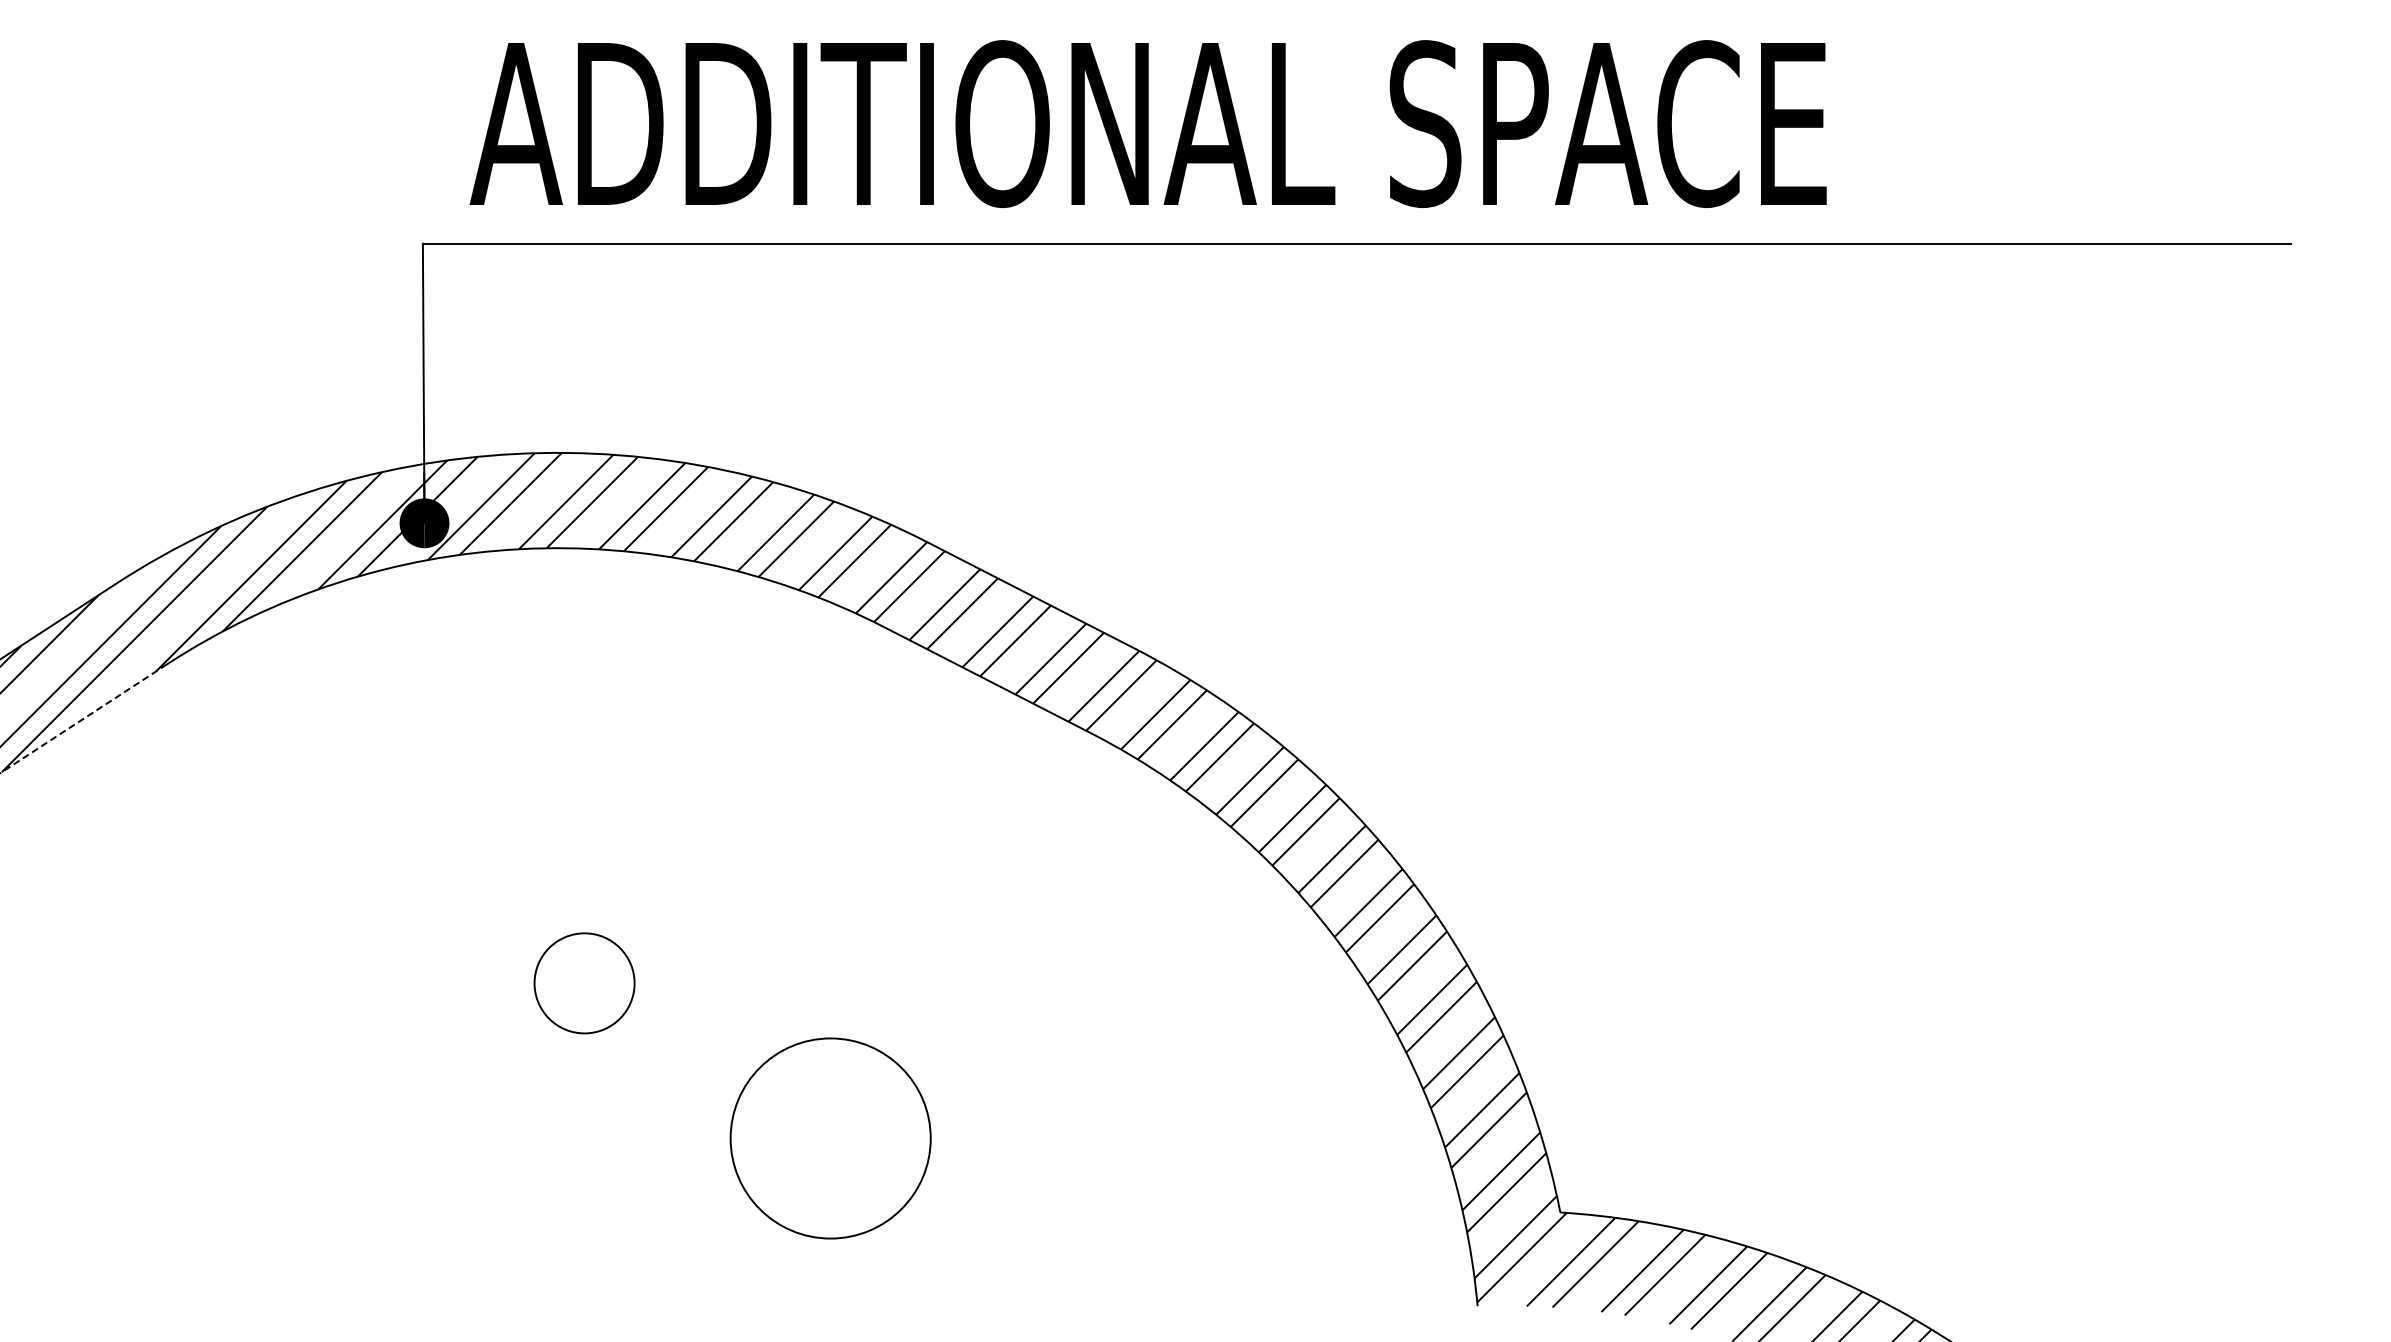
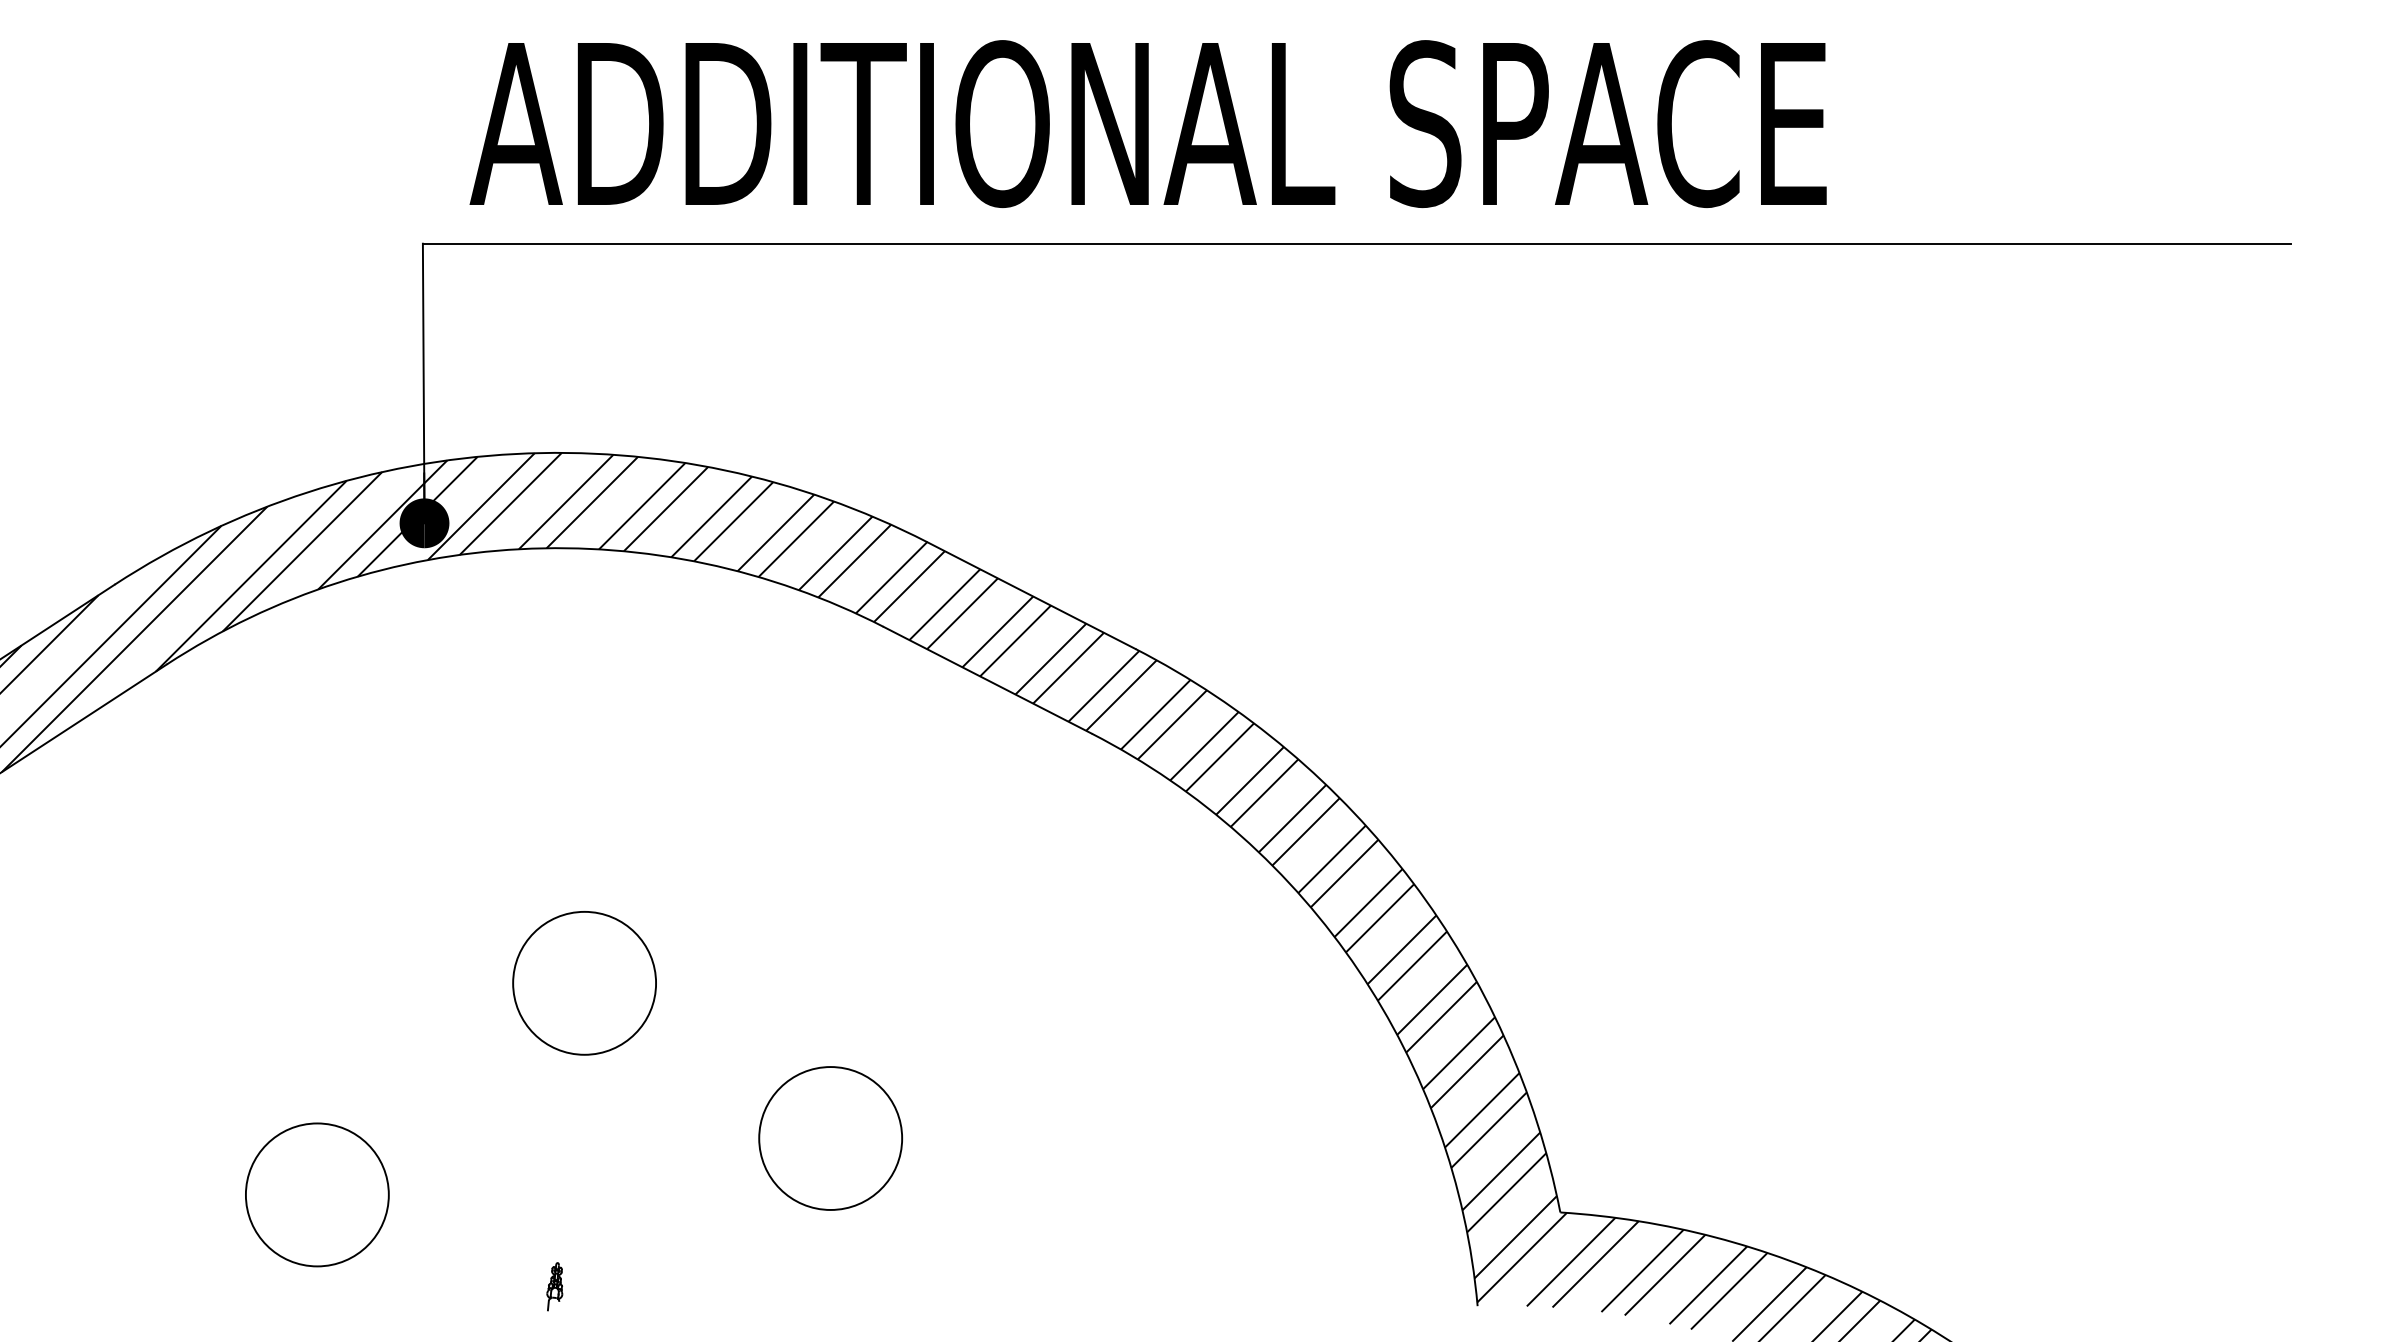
line at (83, 718): dashed -> solid
circle at (584, 983) size: 103x103 px -> 145x145 px
circle at (830, 1138) diameter: 200 px -> 143 px
circle at (317, 1194): none -> present
part at (554, 1286): none -> present
